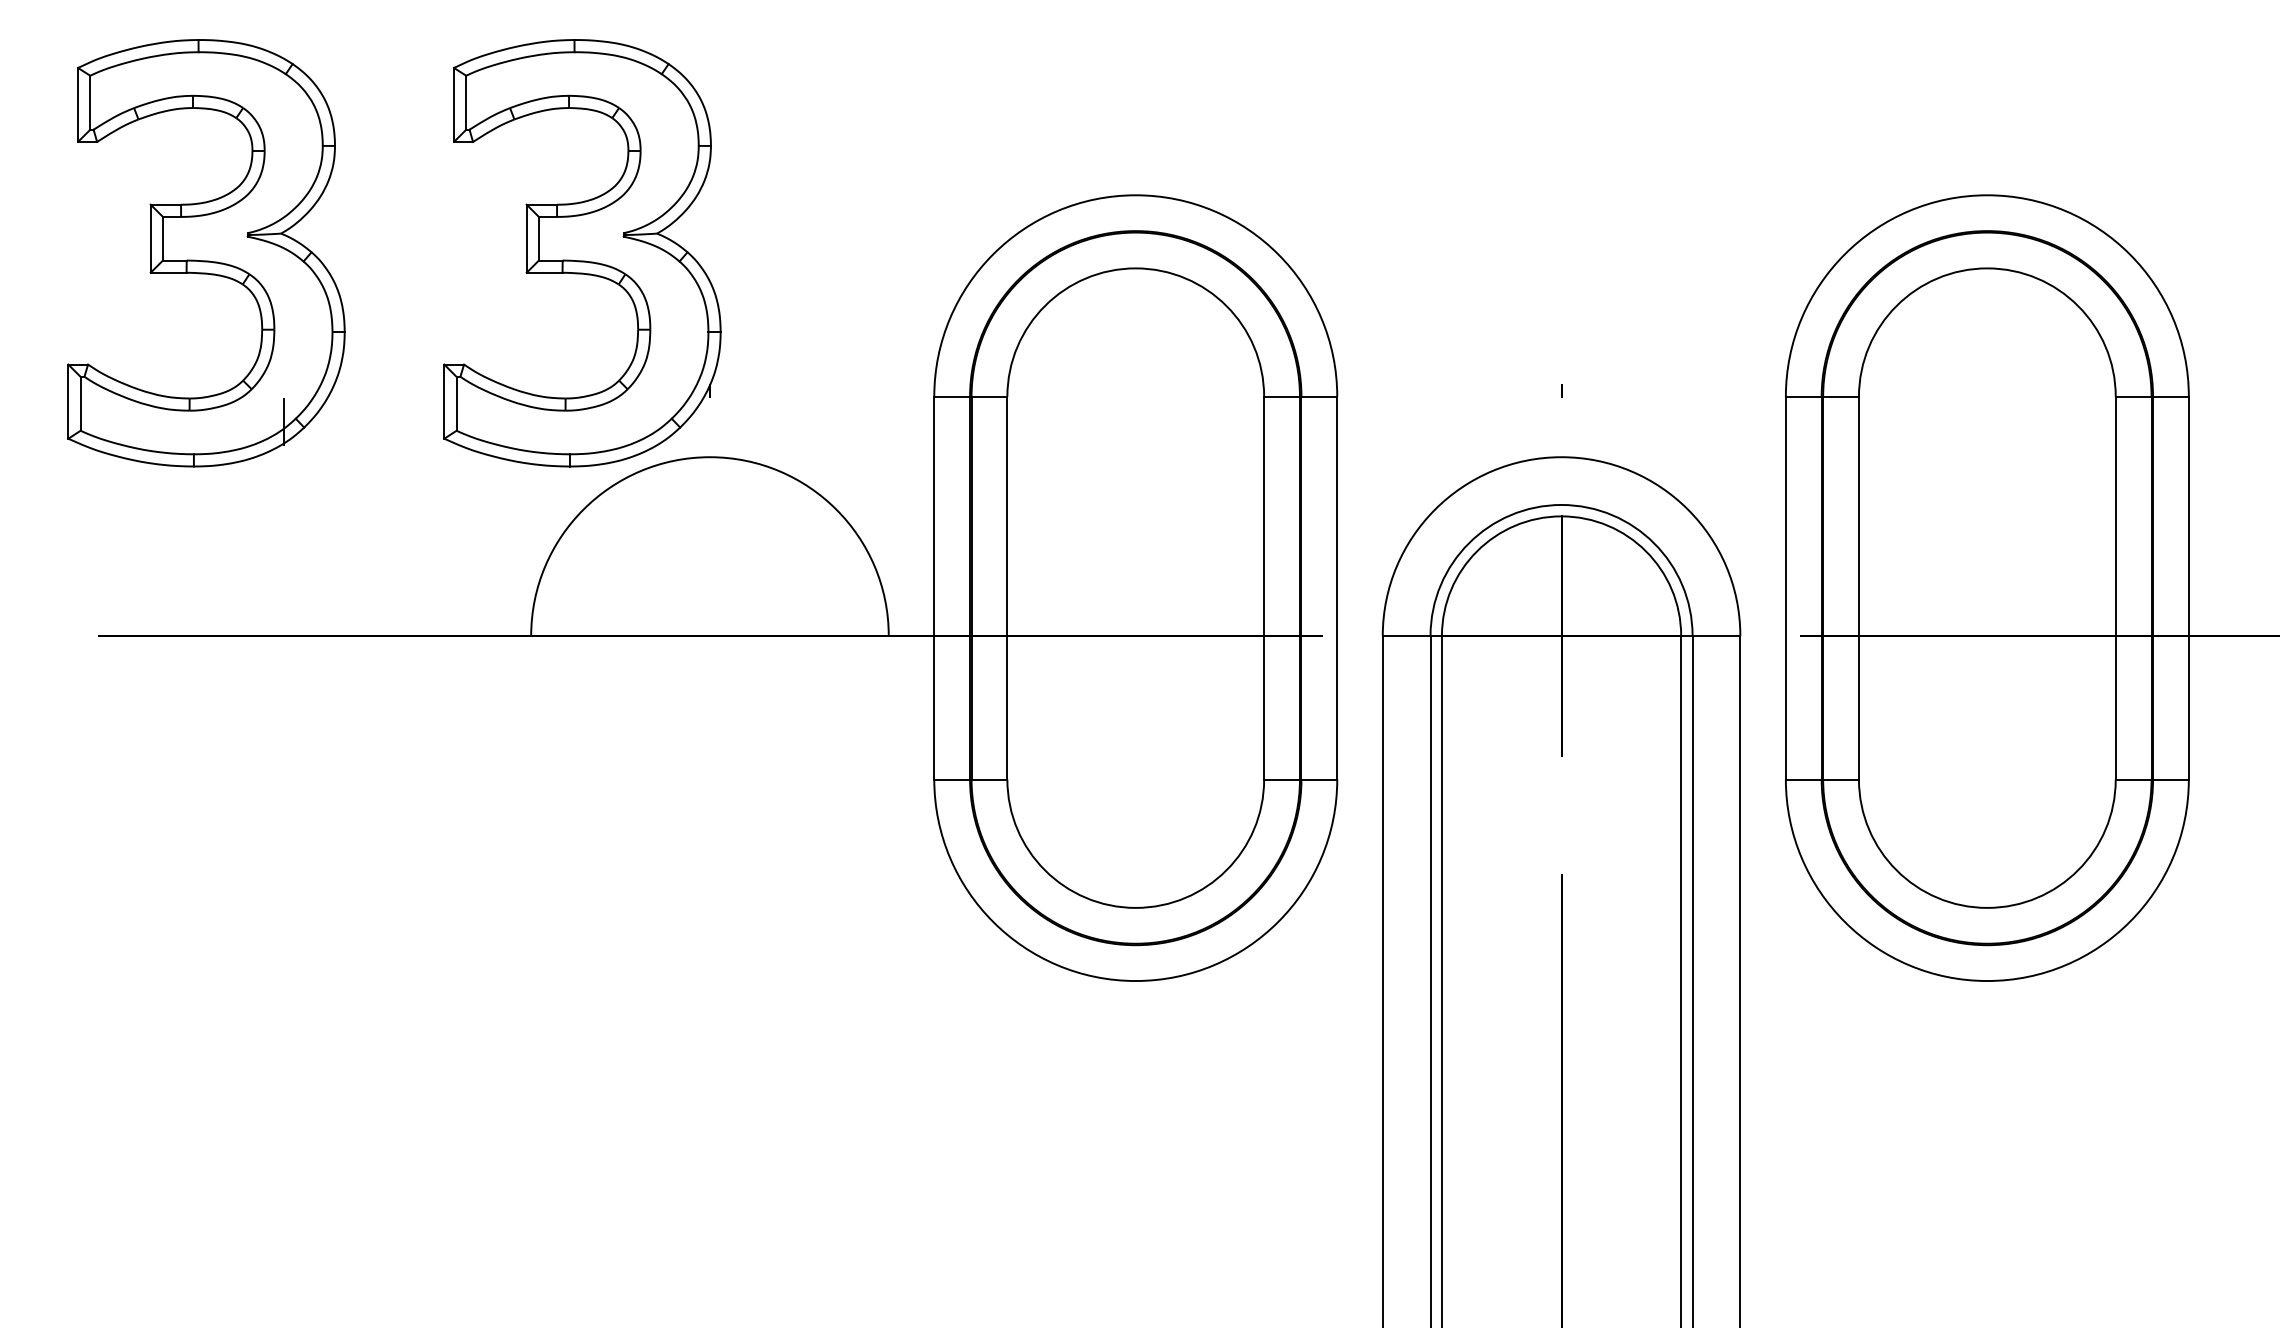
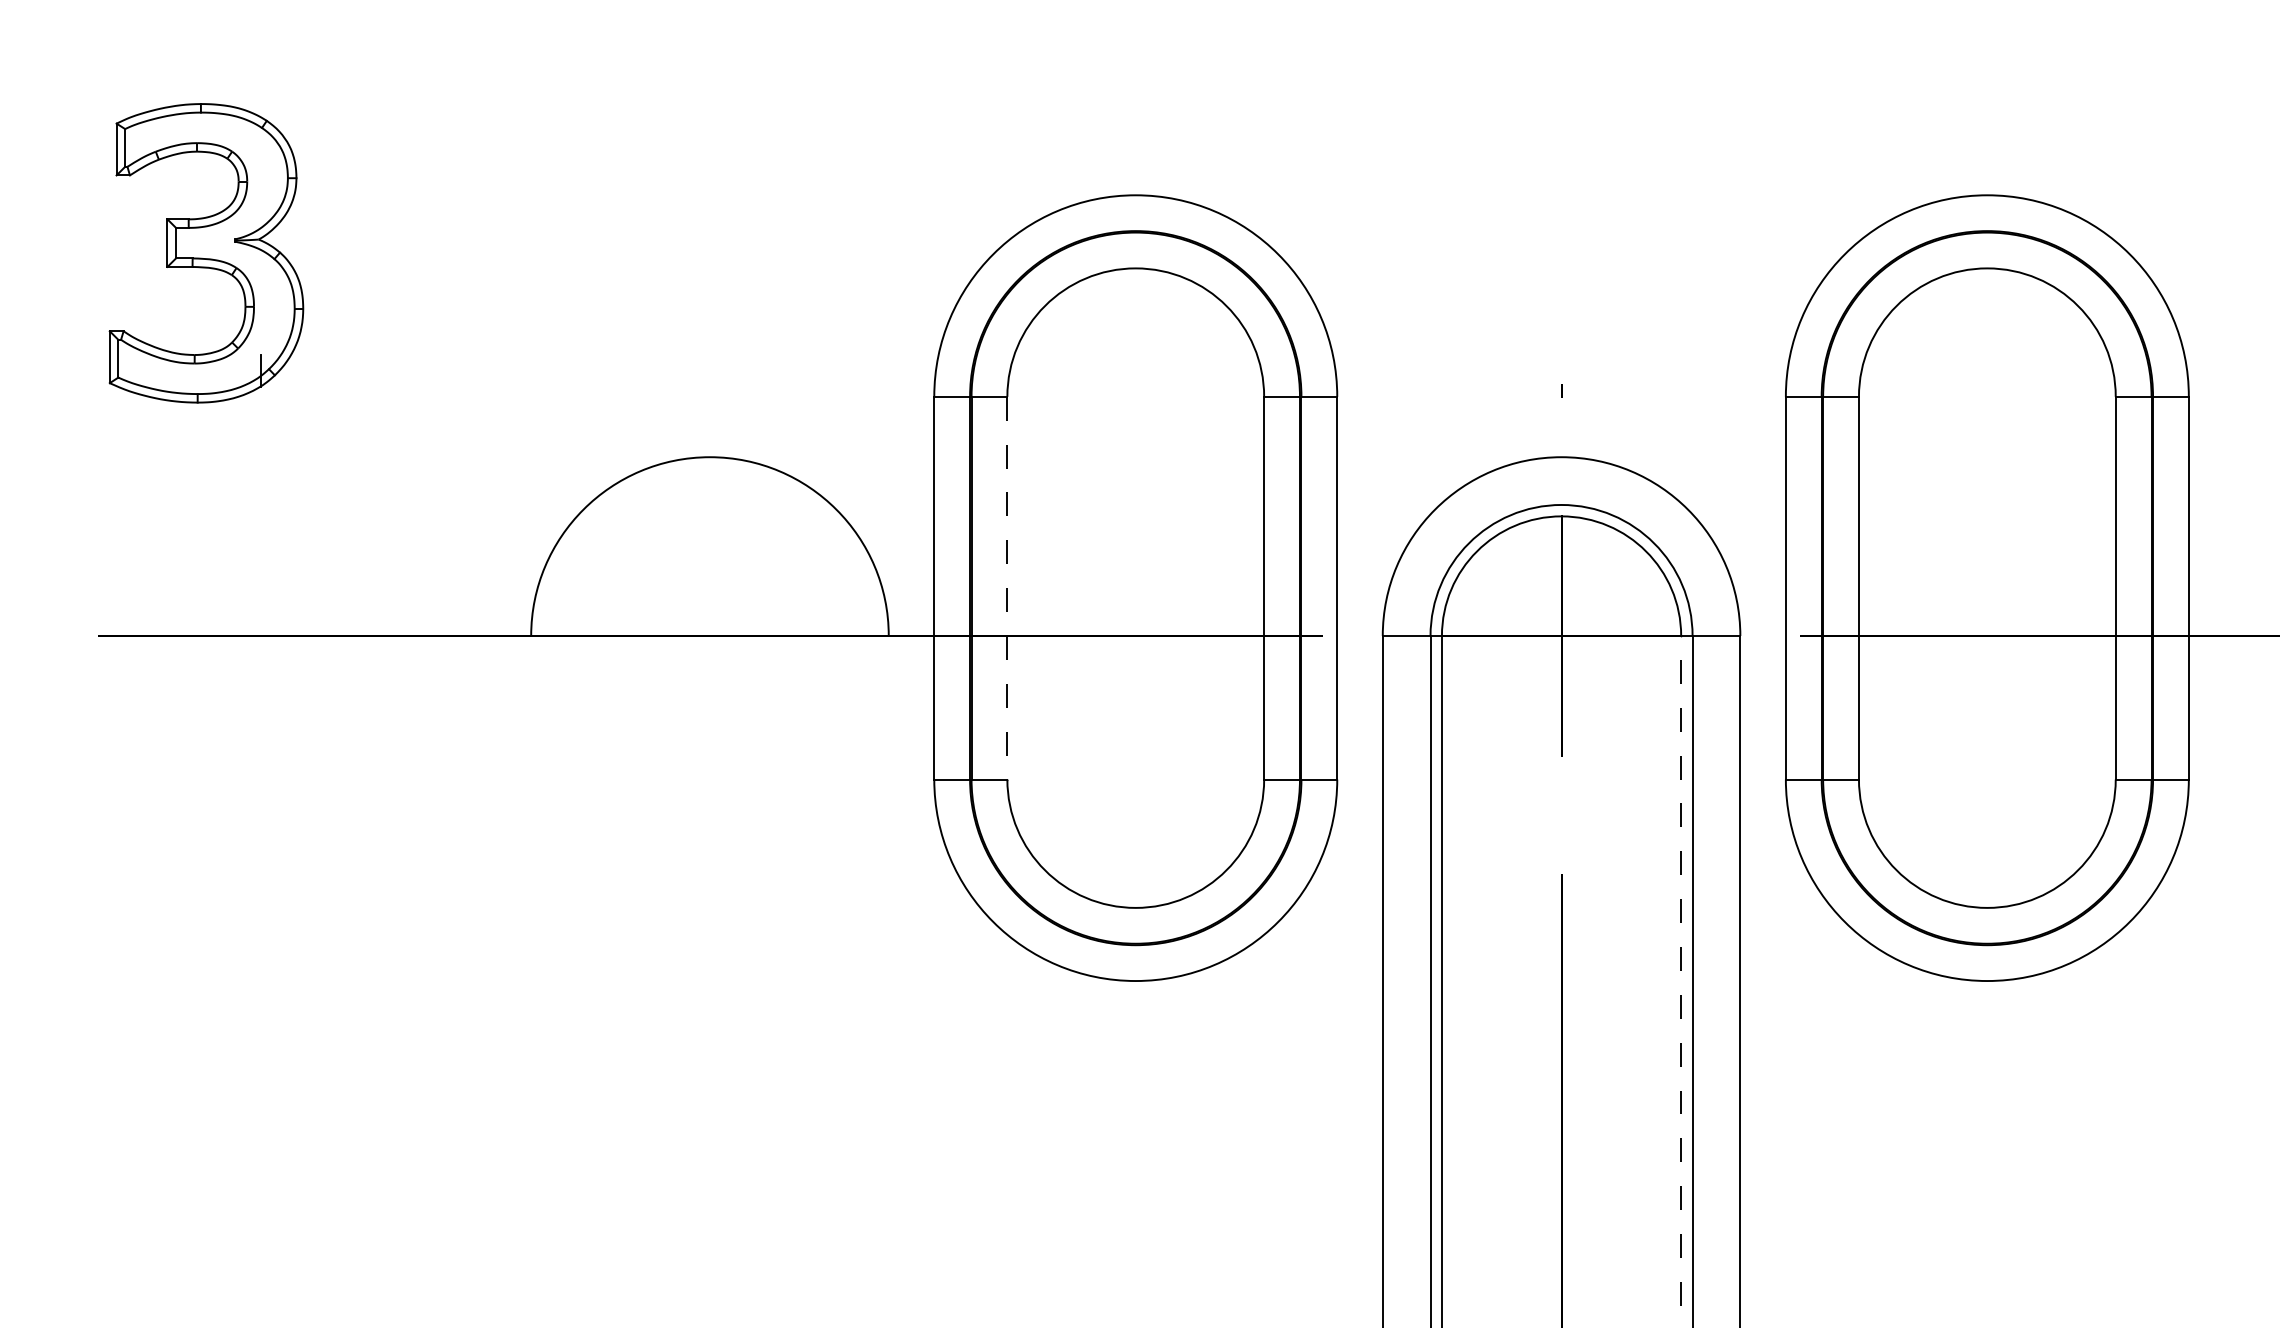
part at (206, 253) size: 279x429 px -> 197x301 px
part at (582, 253): present -> none
line at (1007, 588): solid -> dashed
line at (1681, 981): solid -> dashed
